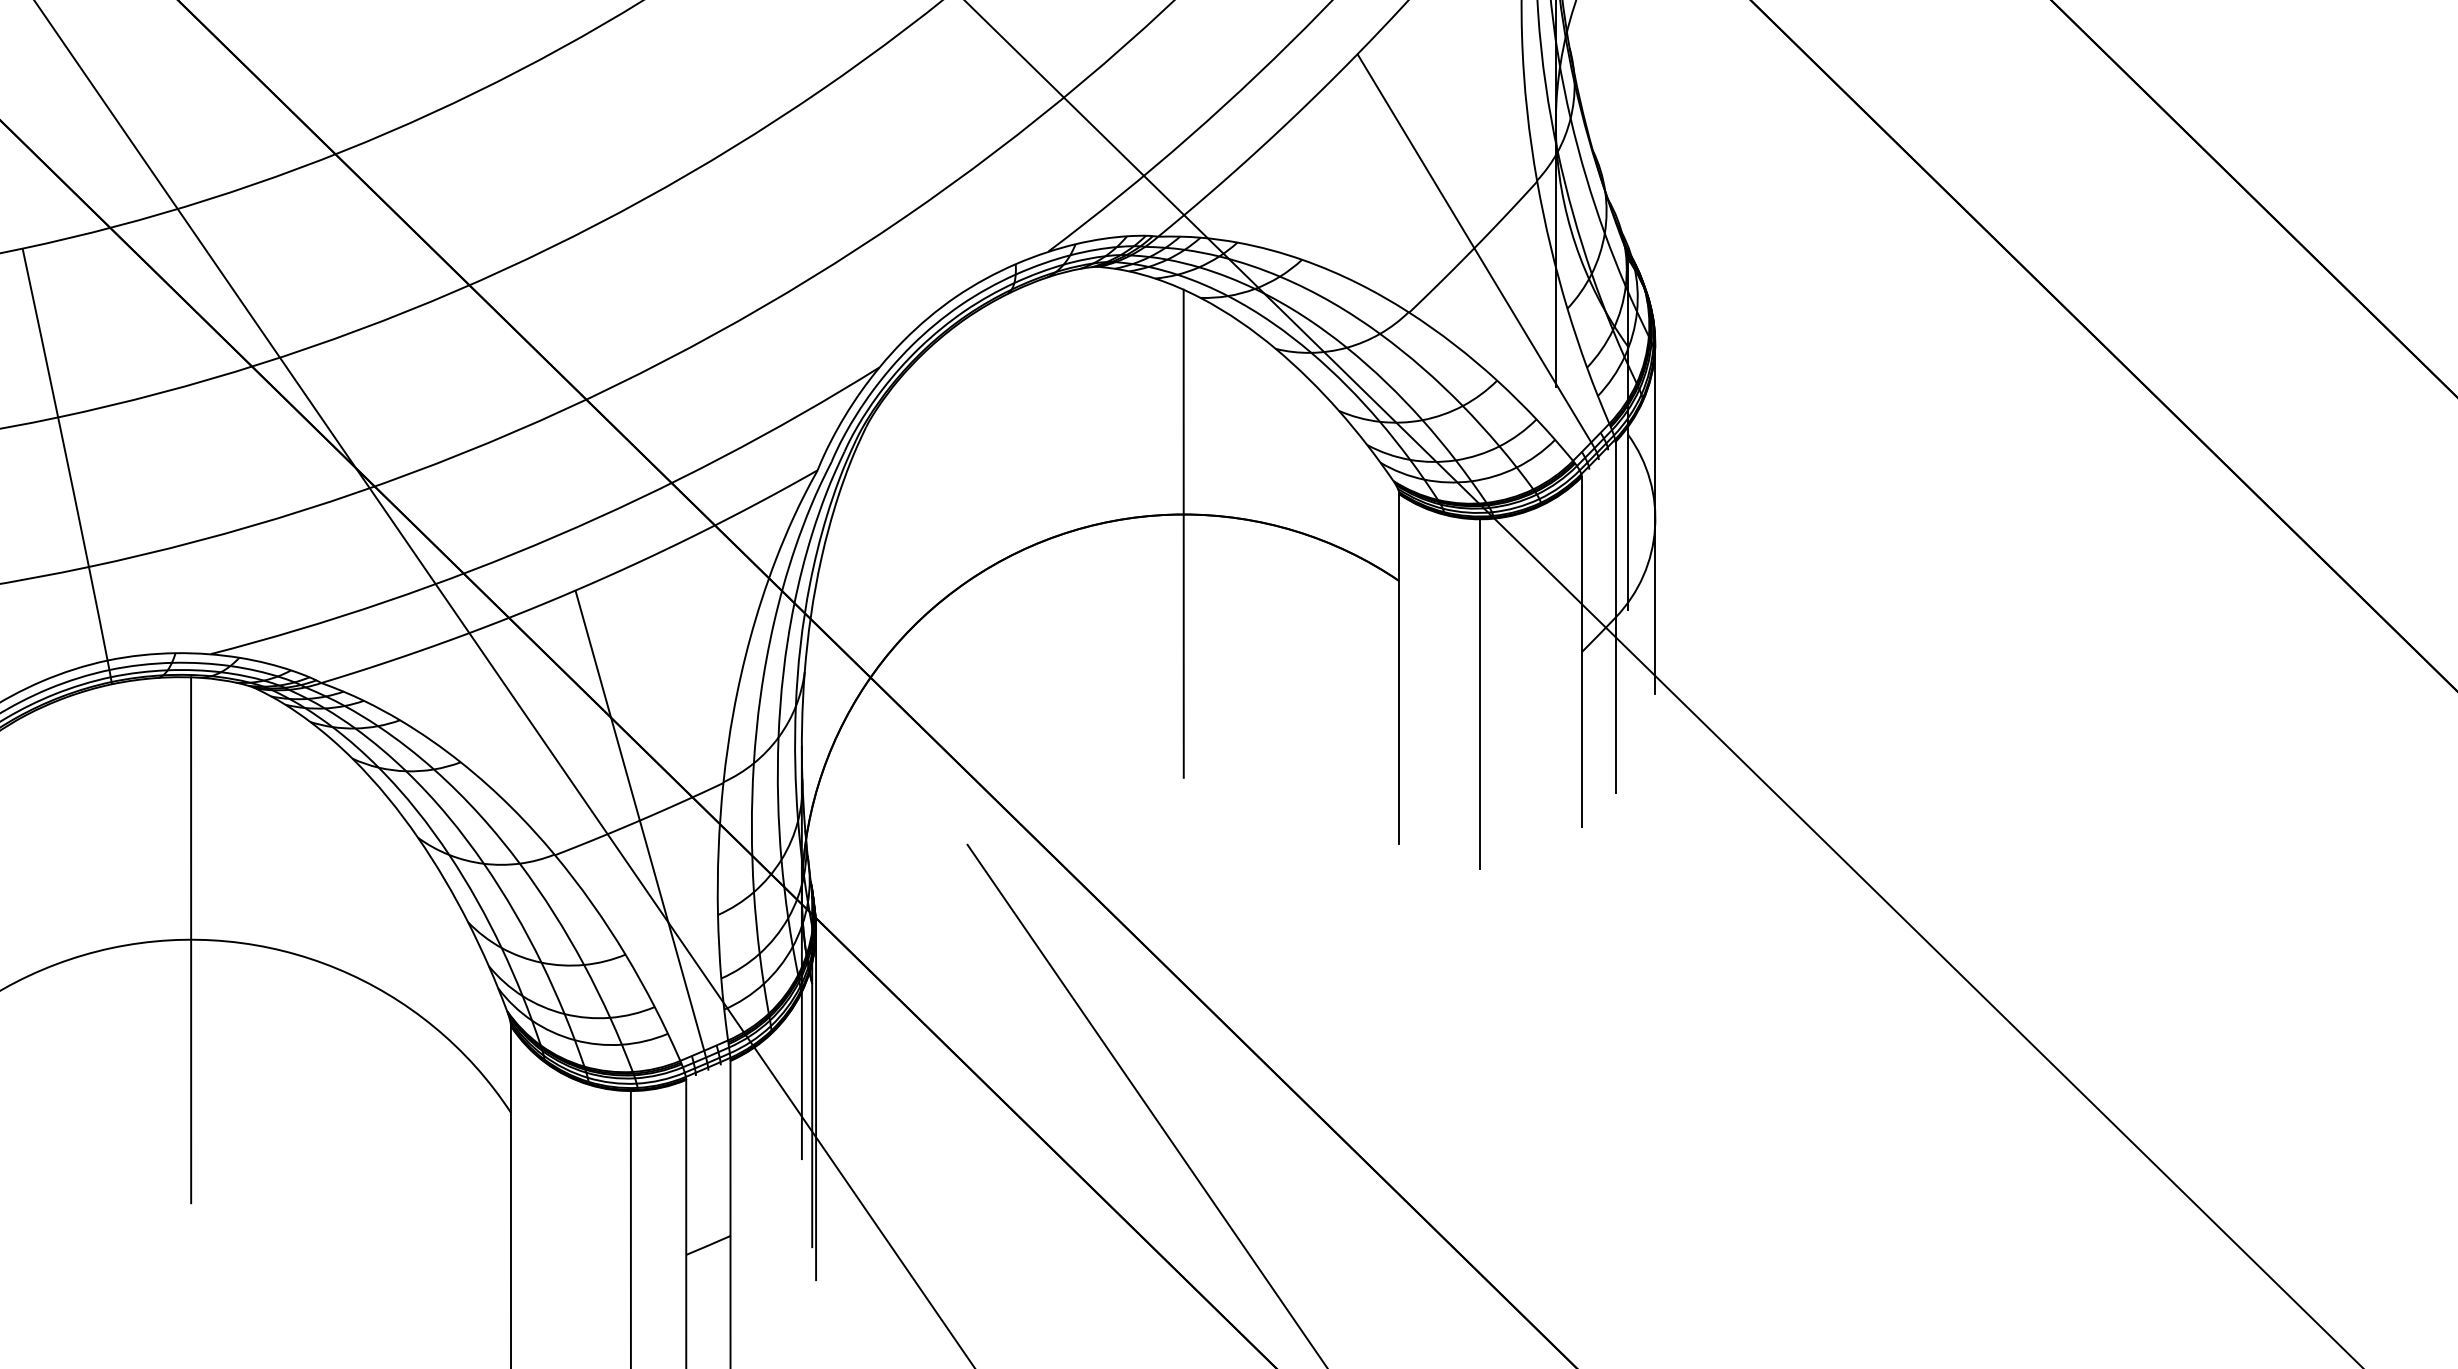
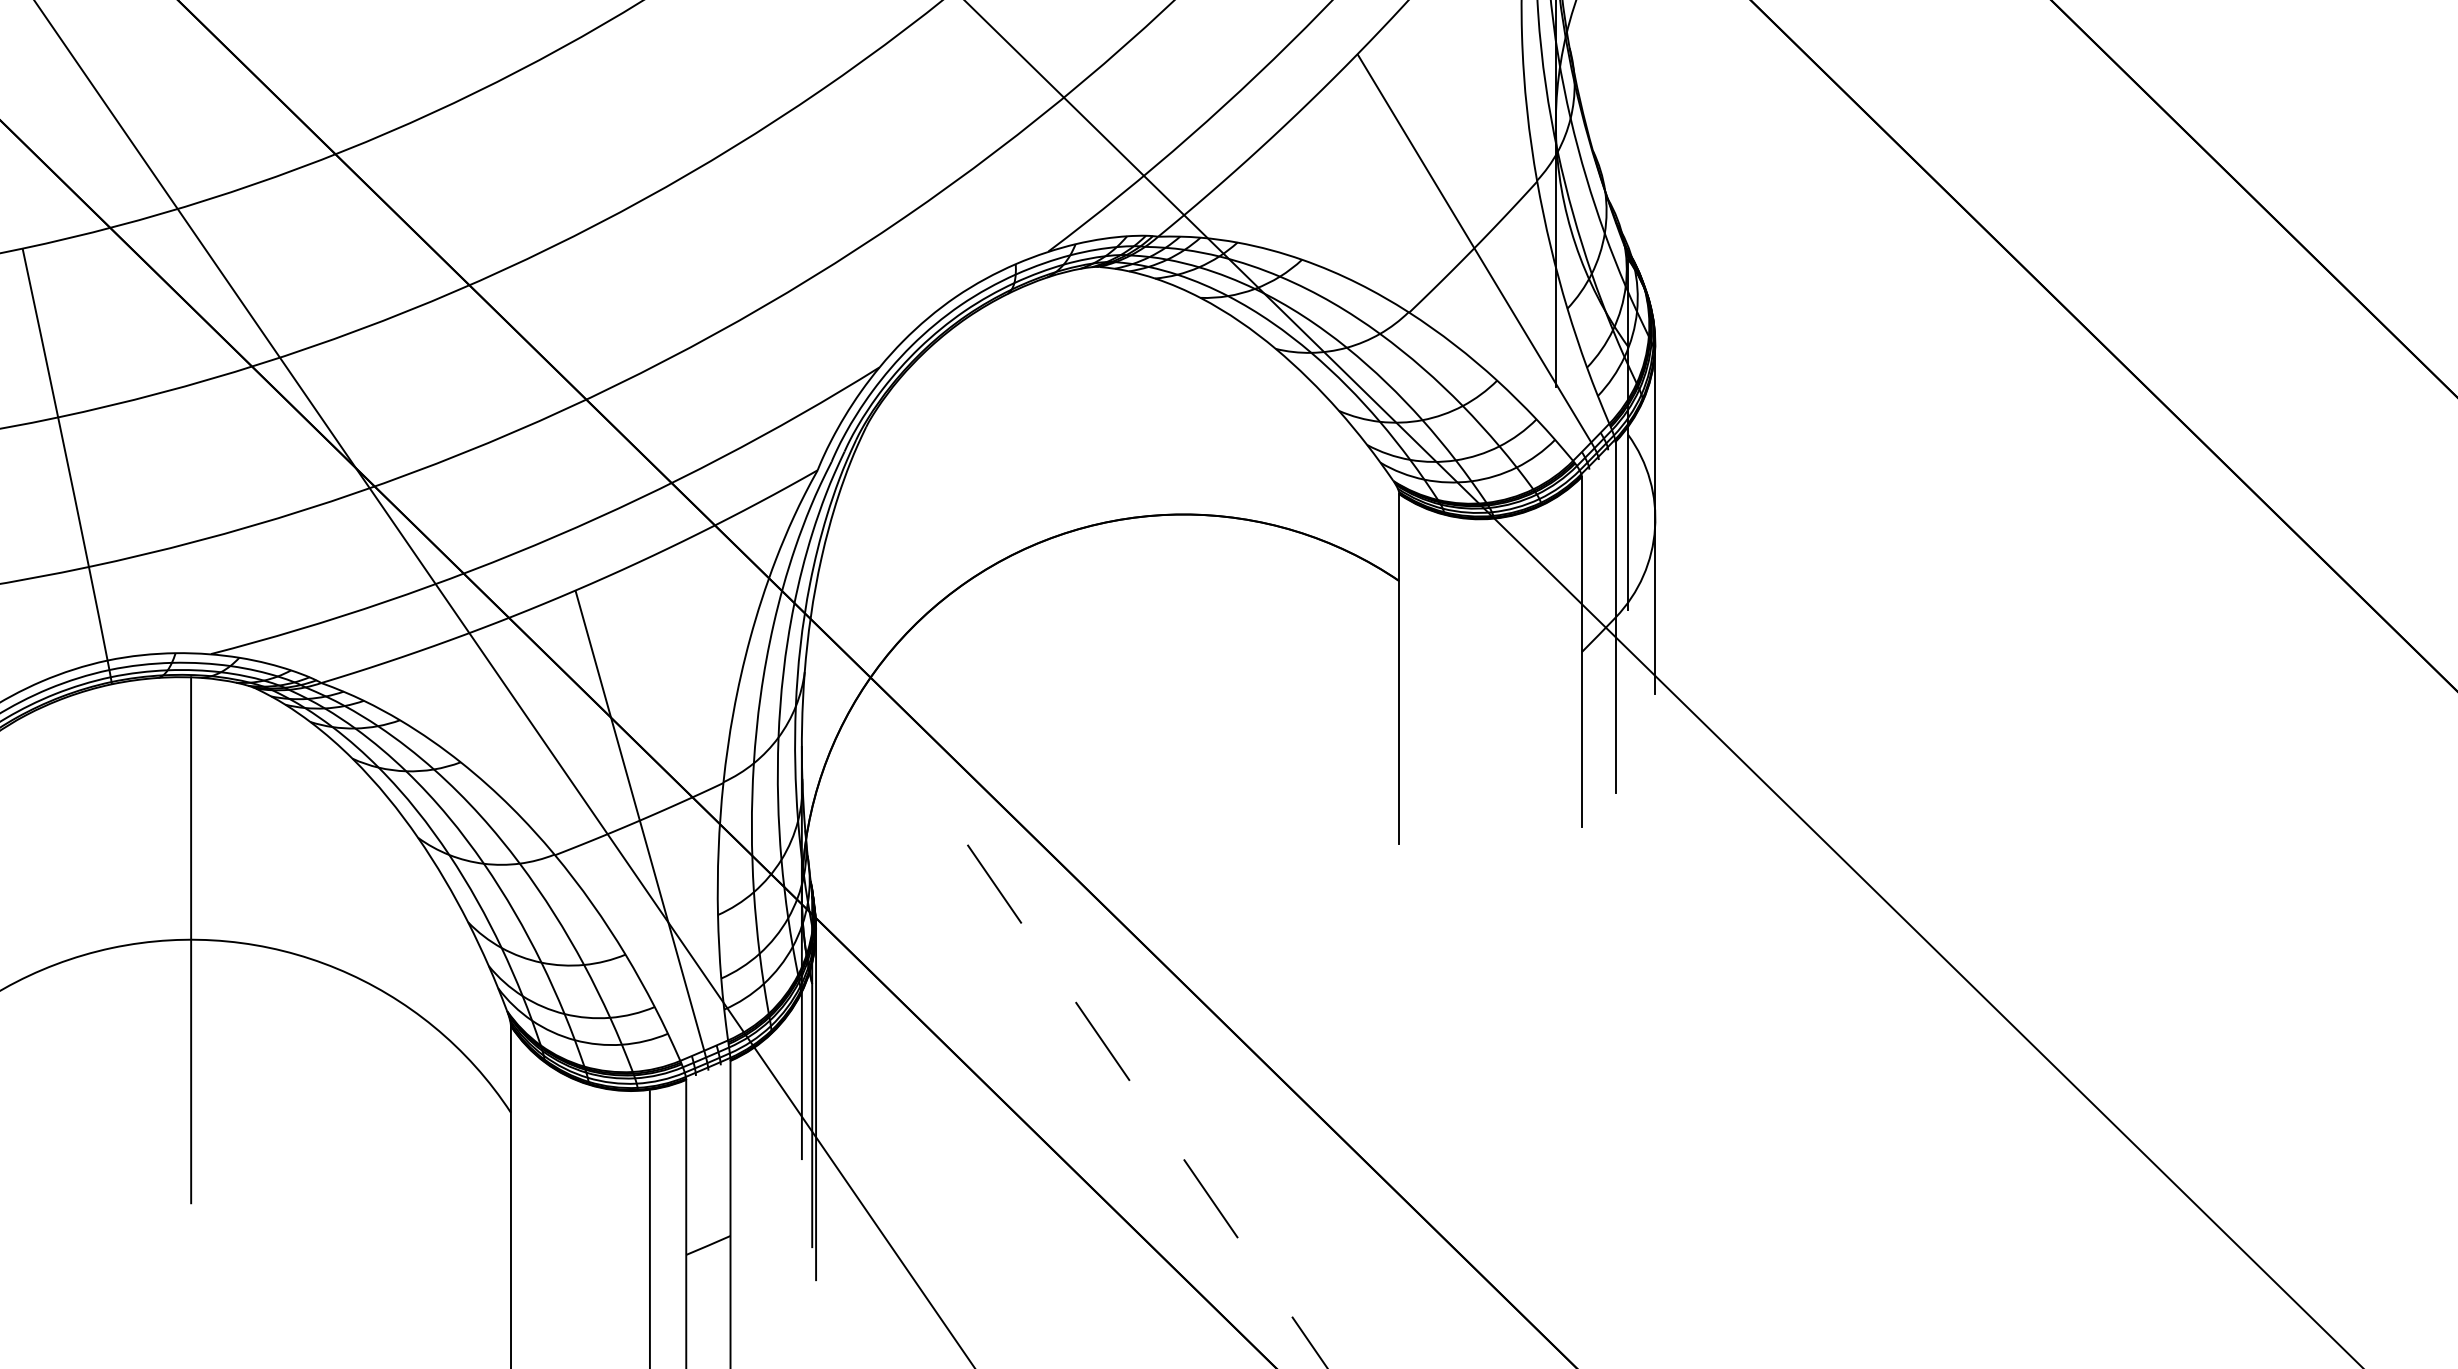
line at (1183, 533): present -> none
line at (1480, 694): present -> none
line at (1147, 1106): solid -> dashed
line at (630, 1228) position: (630, 1228) -> (649, 1228)
